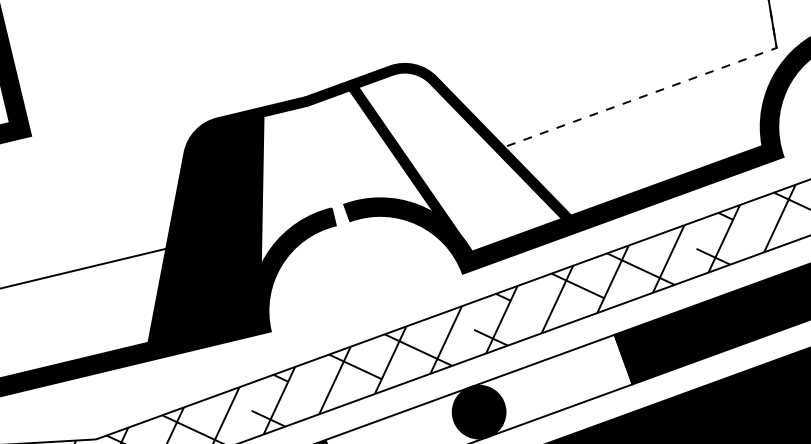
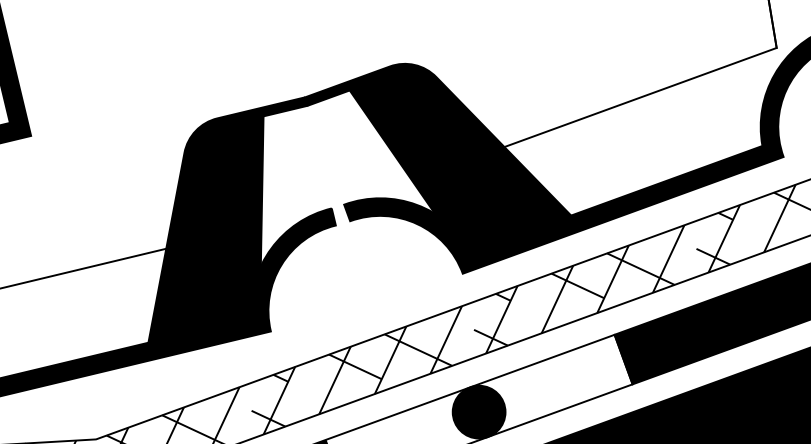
line at (663, 89): dashed -> solid
fill at (460, 161): none -> present
